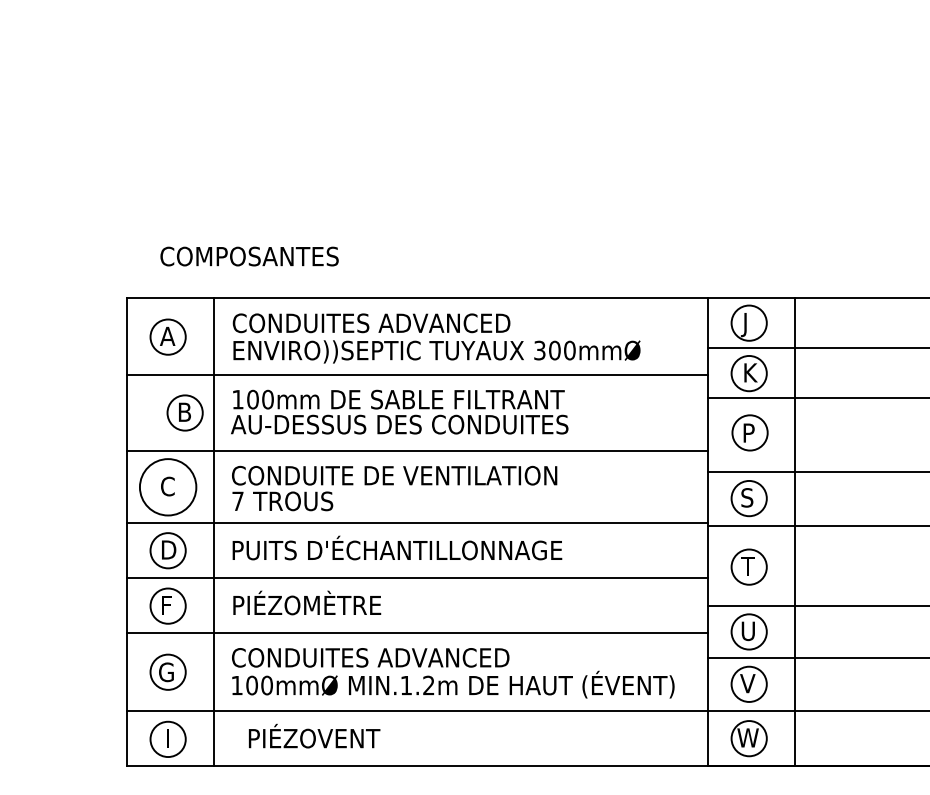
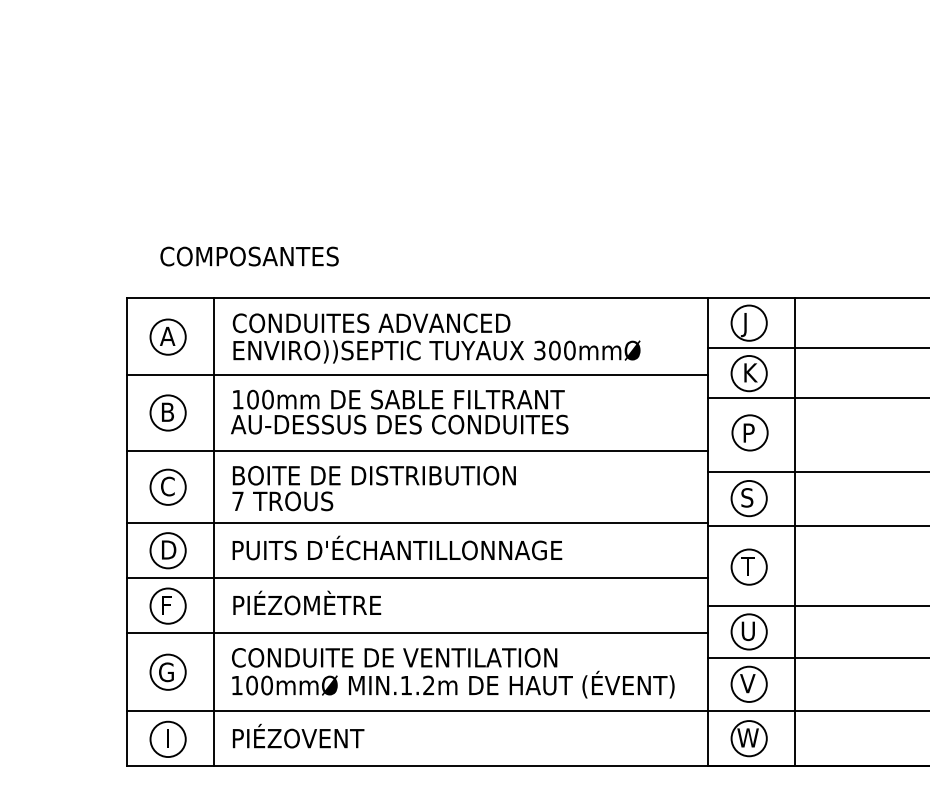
part at (184, 412) position: (184, 412) -> (167, 412)
text at (394, 475): CONDUITE DE VENTILATION -> BOITE DE DISTRIBUTION
circle at (167, 487) diameter: 56 px -> 35 px
text at (456, 657): CONDUITES ADVANCED -> CONDUITE DE VENTILATION
text at (314, 735) position: (314, 735) -> (298, 735)
